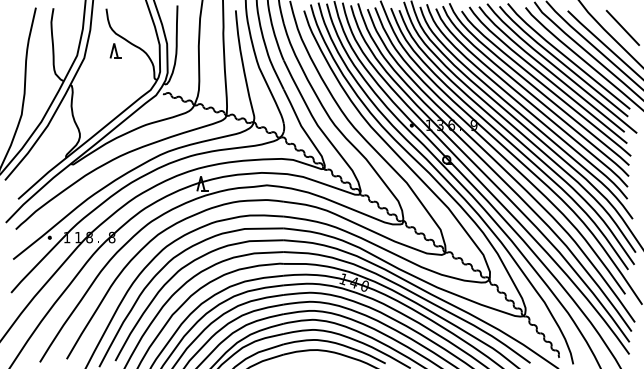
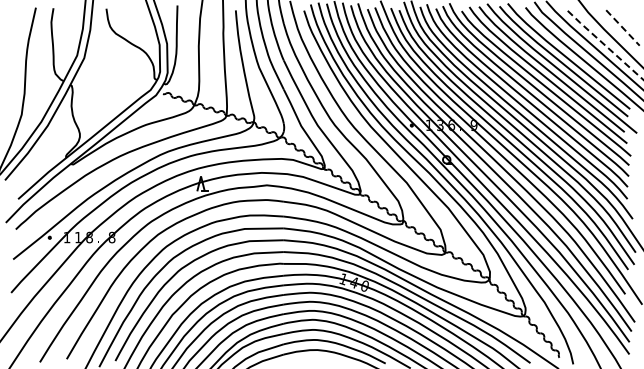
line at (623, 28): solid -> dashed
line at (605, 45): solid -> dashed
part at (115, 50): present -> none
